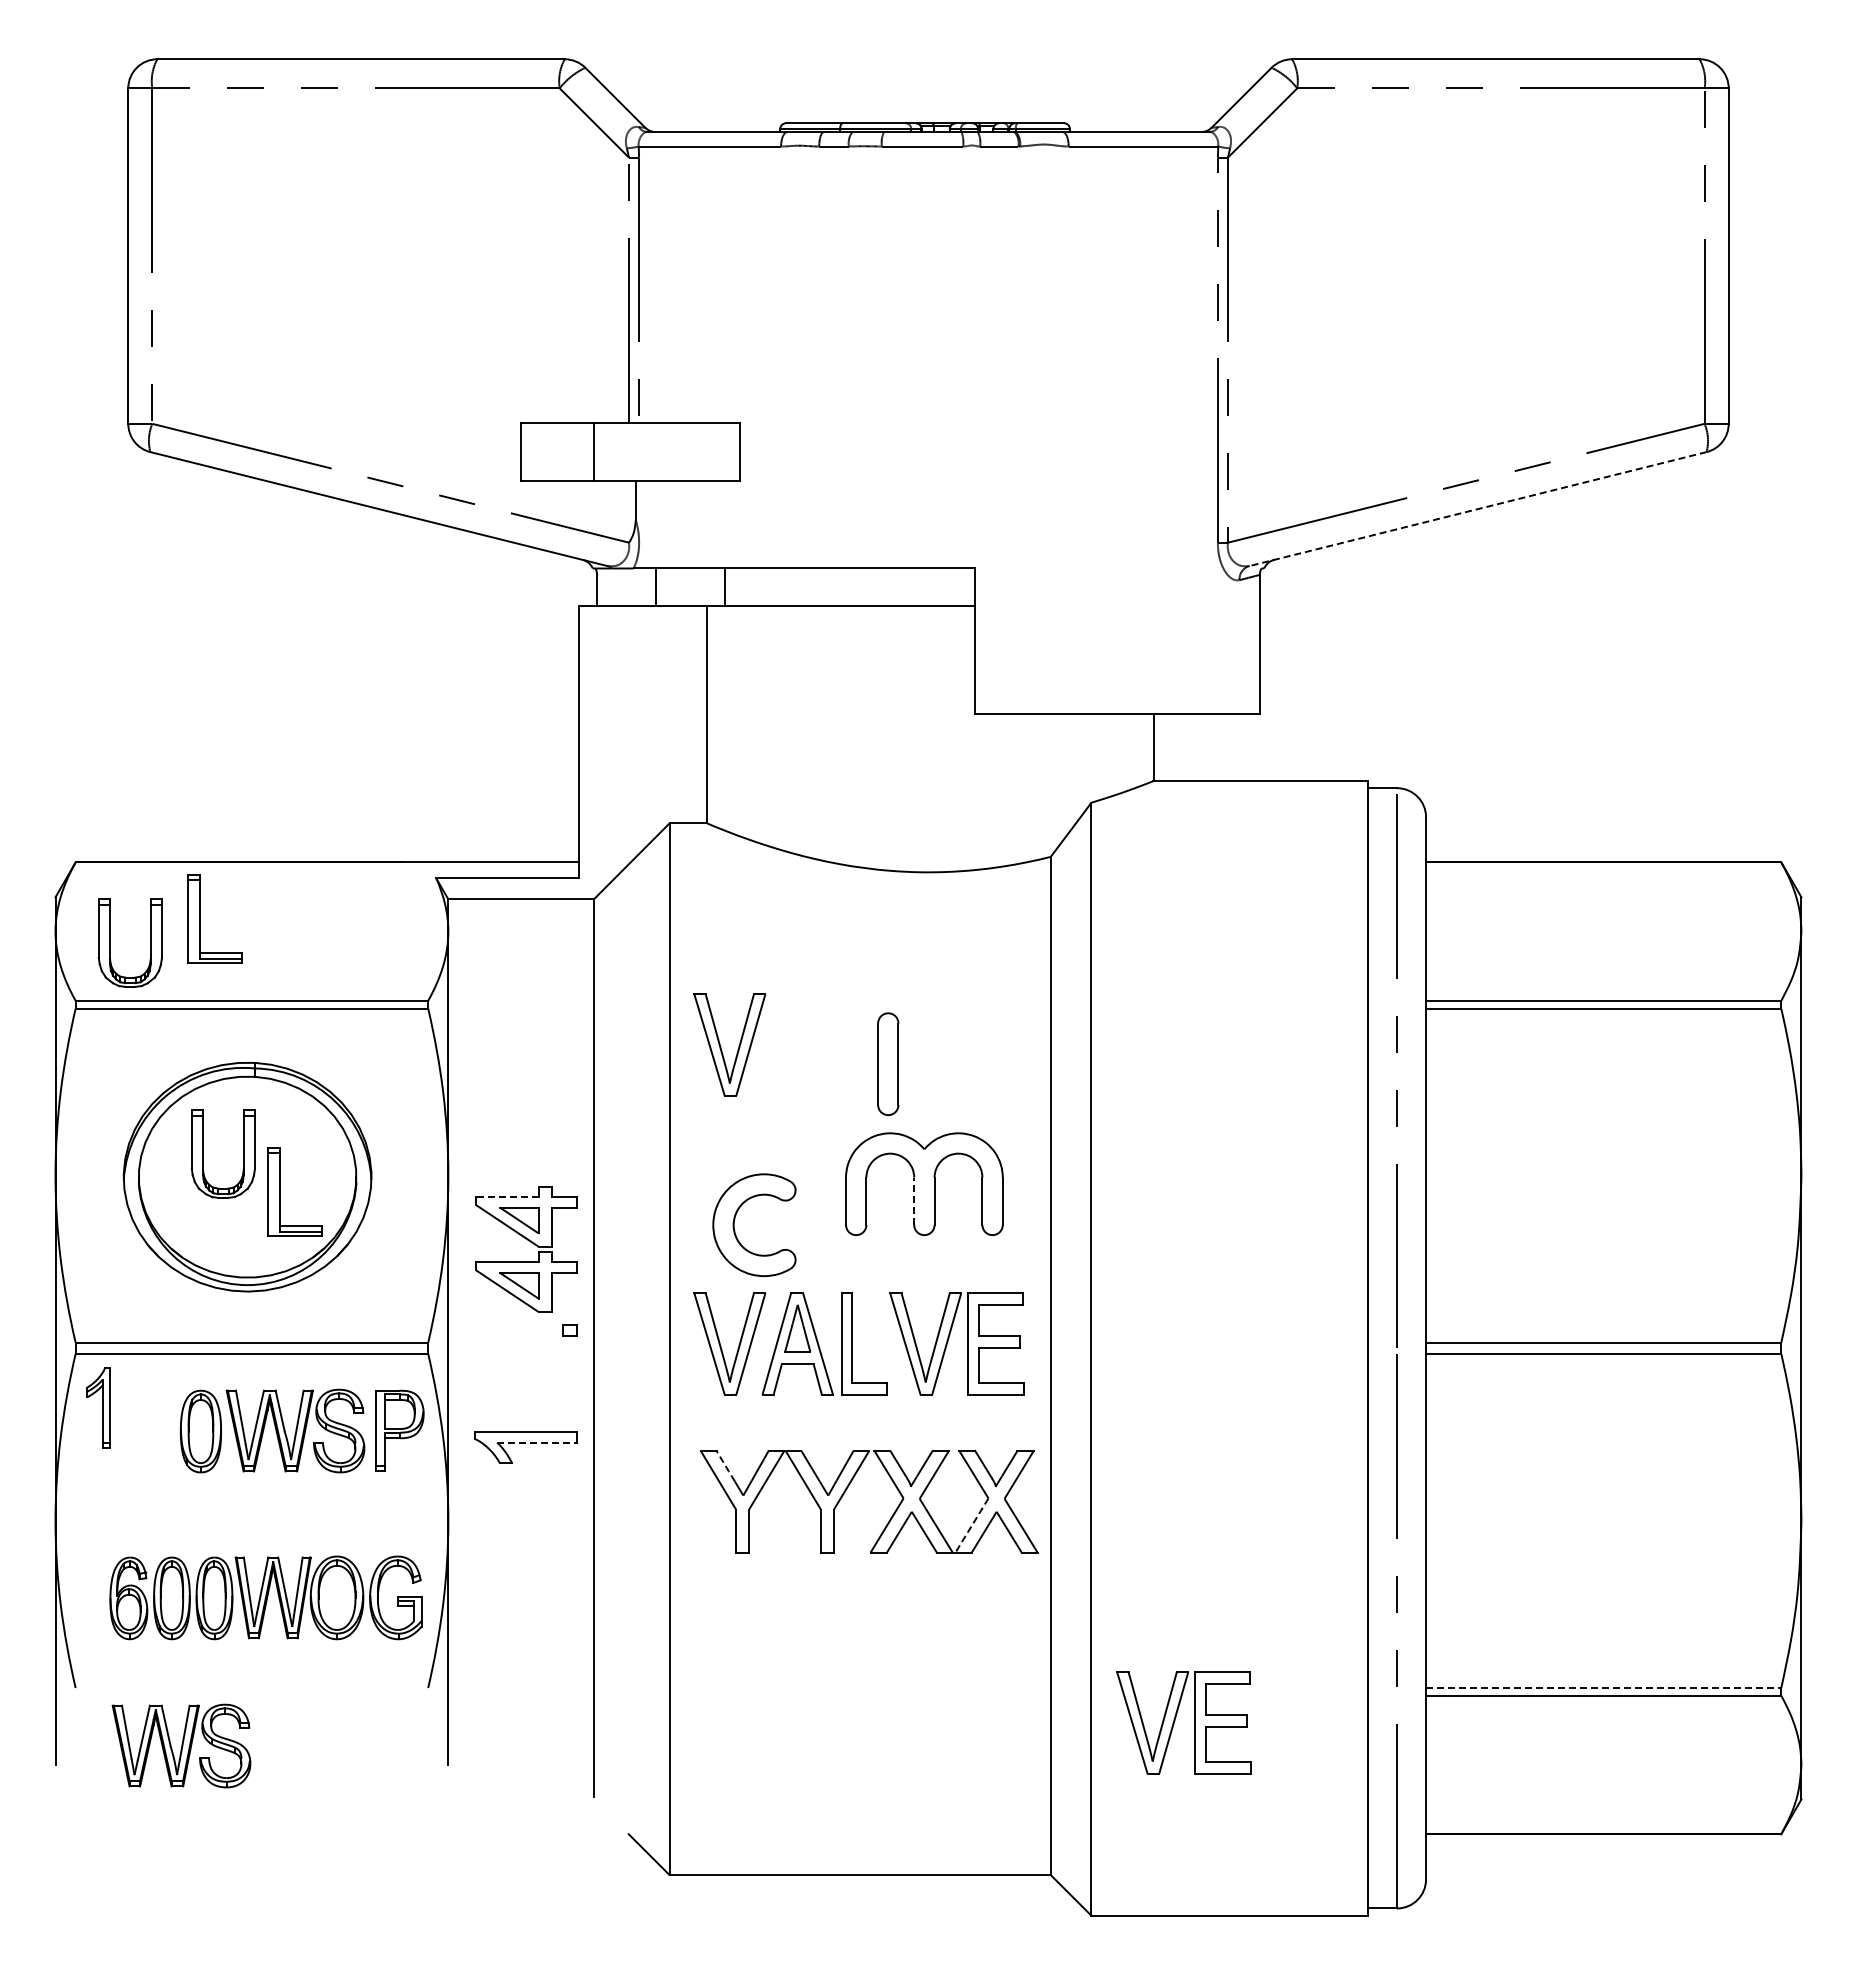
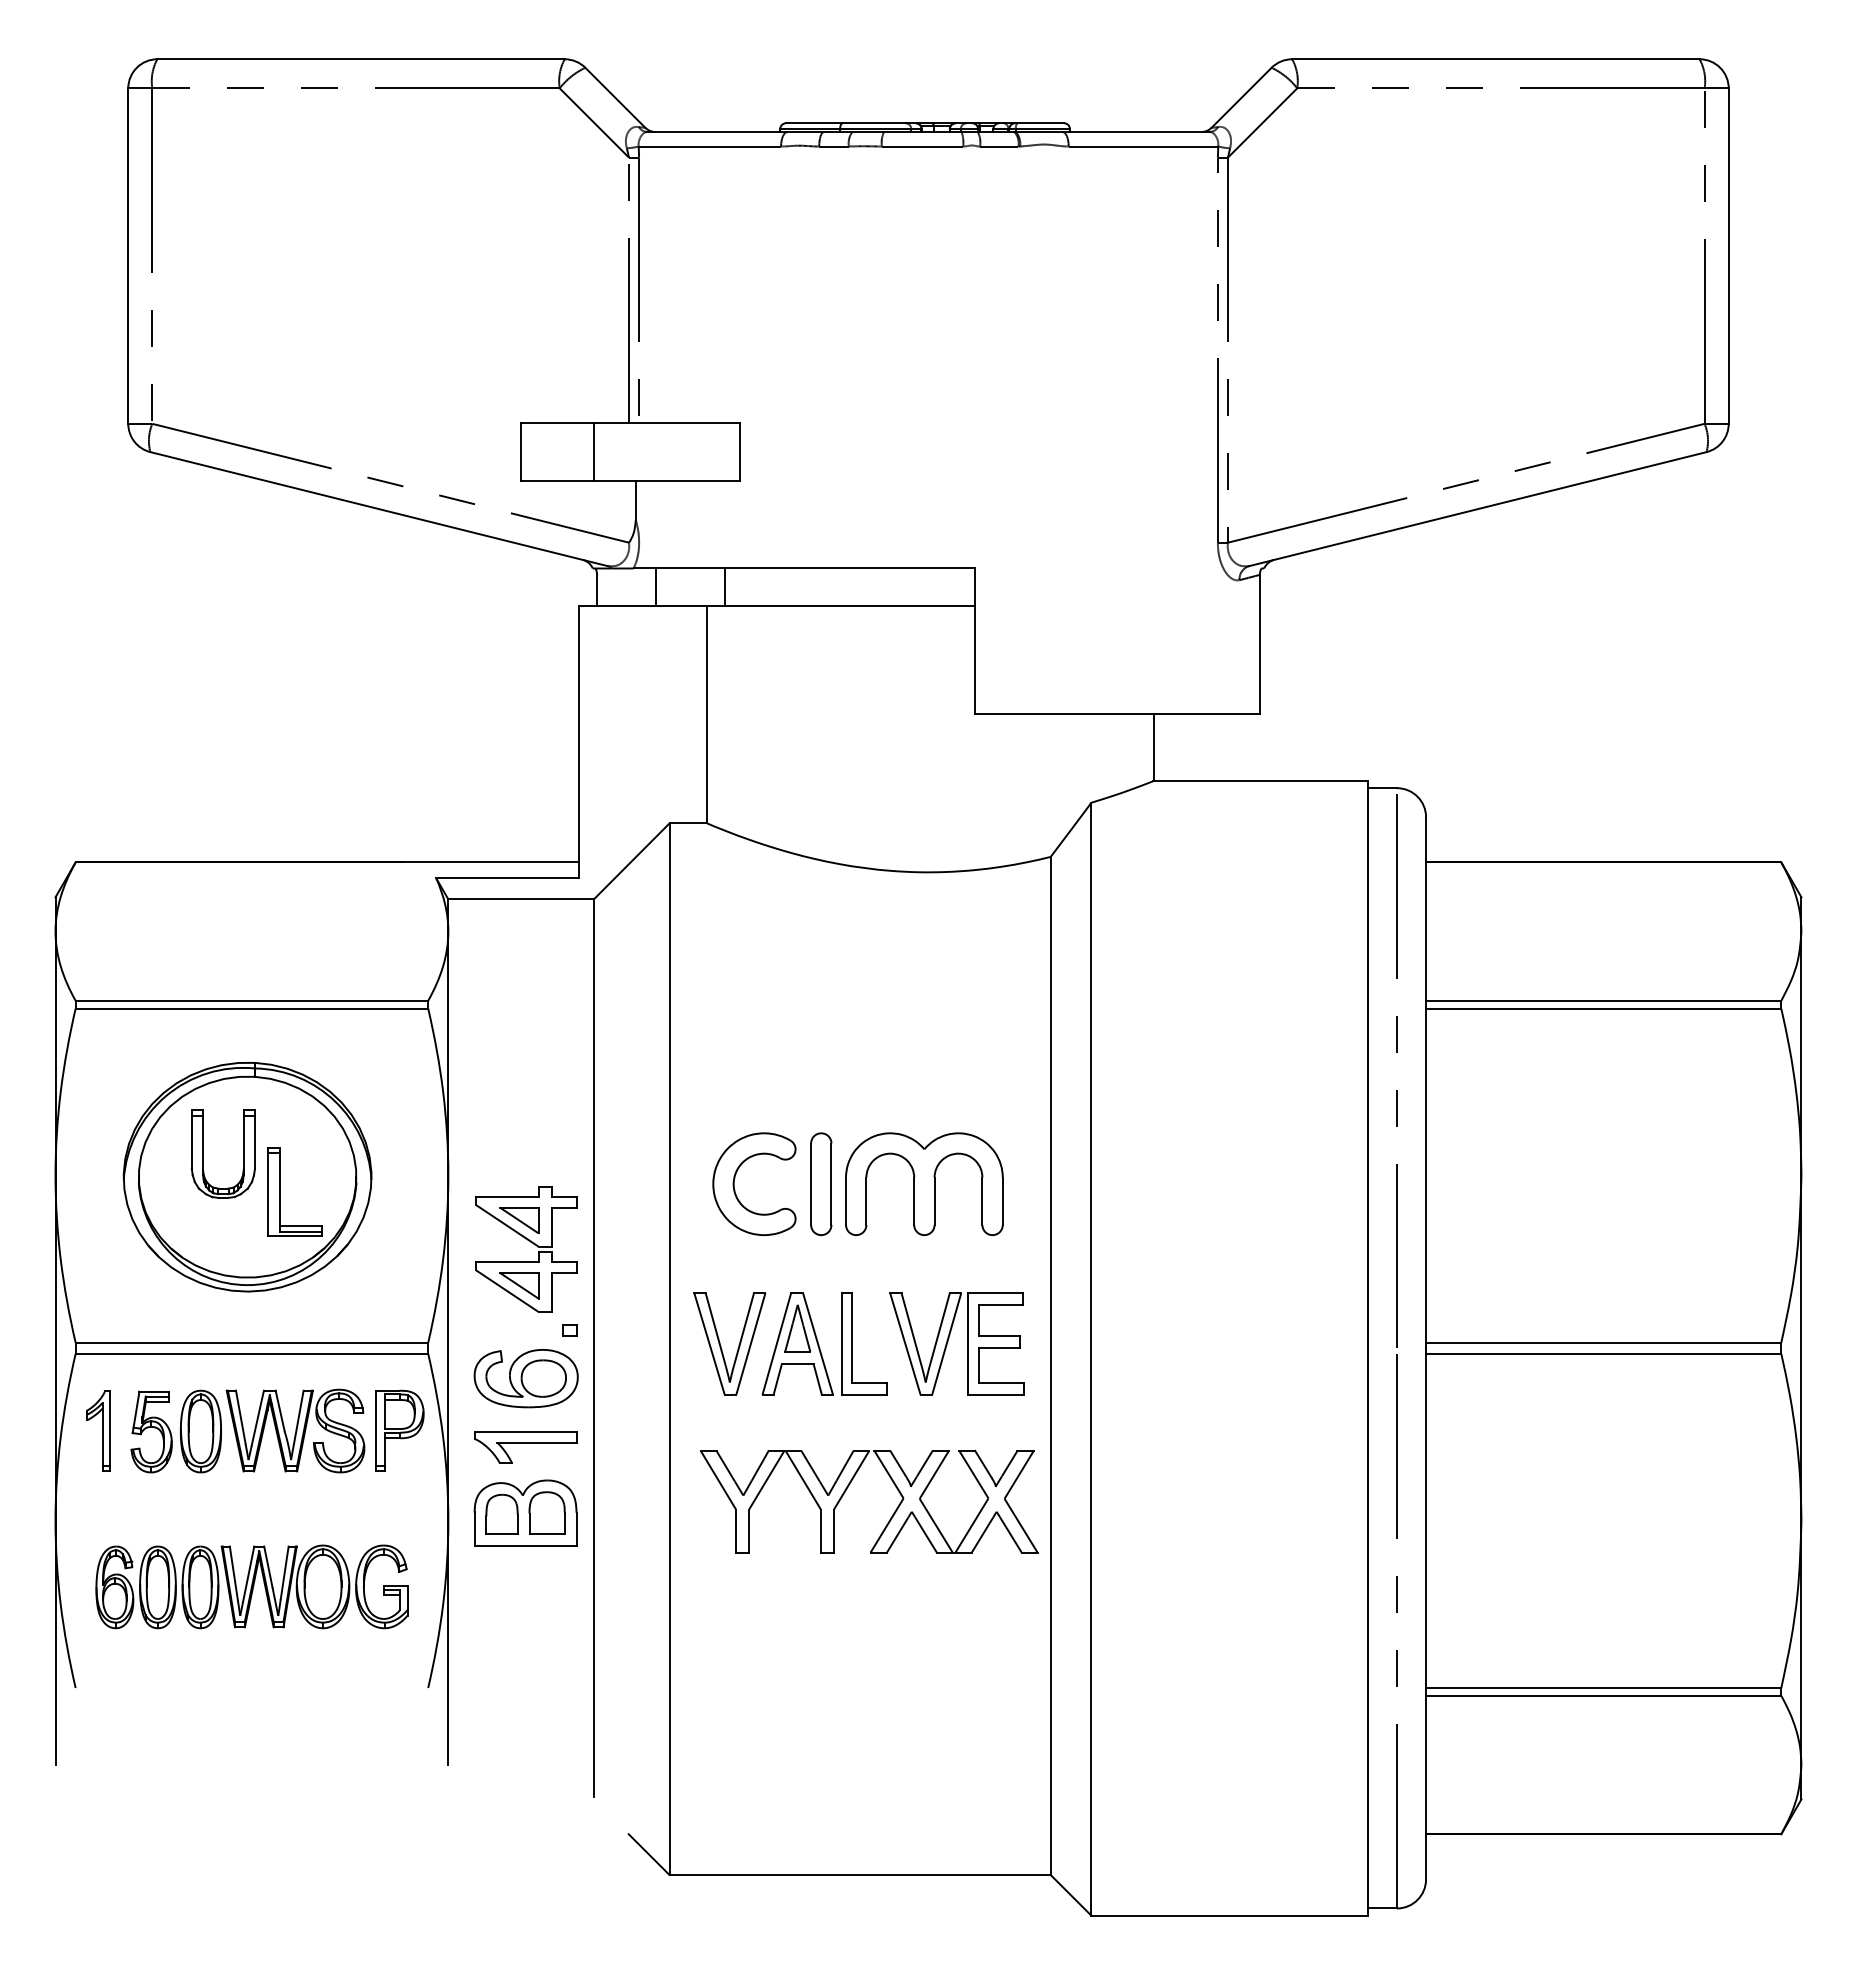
line at (1478, 509): dashed -> solid
part at (200, 918): present -> none
part at (110, 942): present -> none
part at (721, 1046): present -> none
part at (888, 1063) position: (888, 1063) -> (821, 1183)
line at (506, 1197): dashed -> solid
line at (914, 1201): dashed -> solid
part at (735, 1219) position: (735, 1219) -> (735, 1178)
part at (525, 1378): none -> present
part at (98, 1407) position: (98, 1407) -> (98, 1430)
part at (151, 1431): none -> present
line at (536, 1442): dashed -> solid
line at (725, 1466): dashed -> solid
part at (525, 1512): none -> present
line at (971, 1525): dashed -> solid
part at (265, 1597) position: (265, 1597) -> (251, 1586)
line at (1603, 1688): dashed -> solid
part at (1175, 1721): present -> none
part at (181, 1745): present -> none
